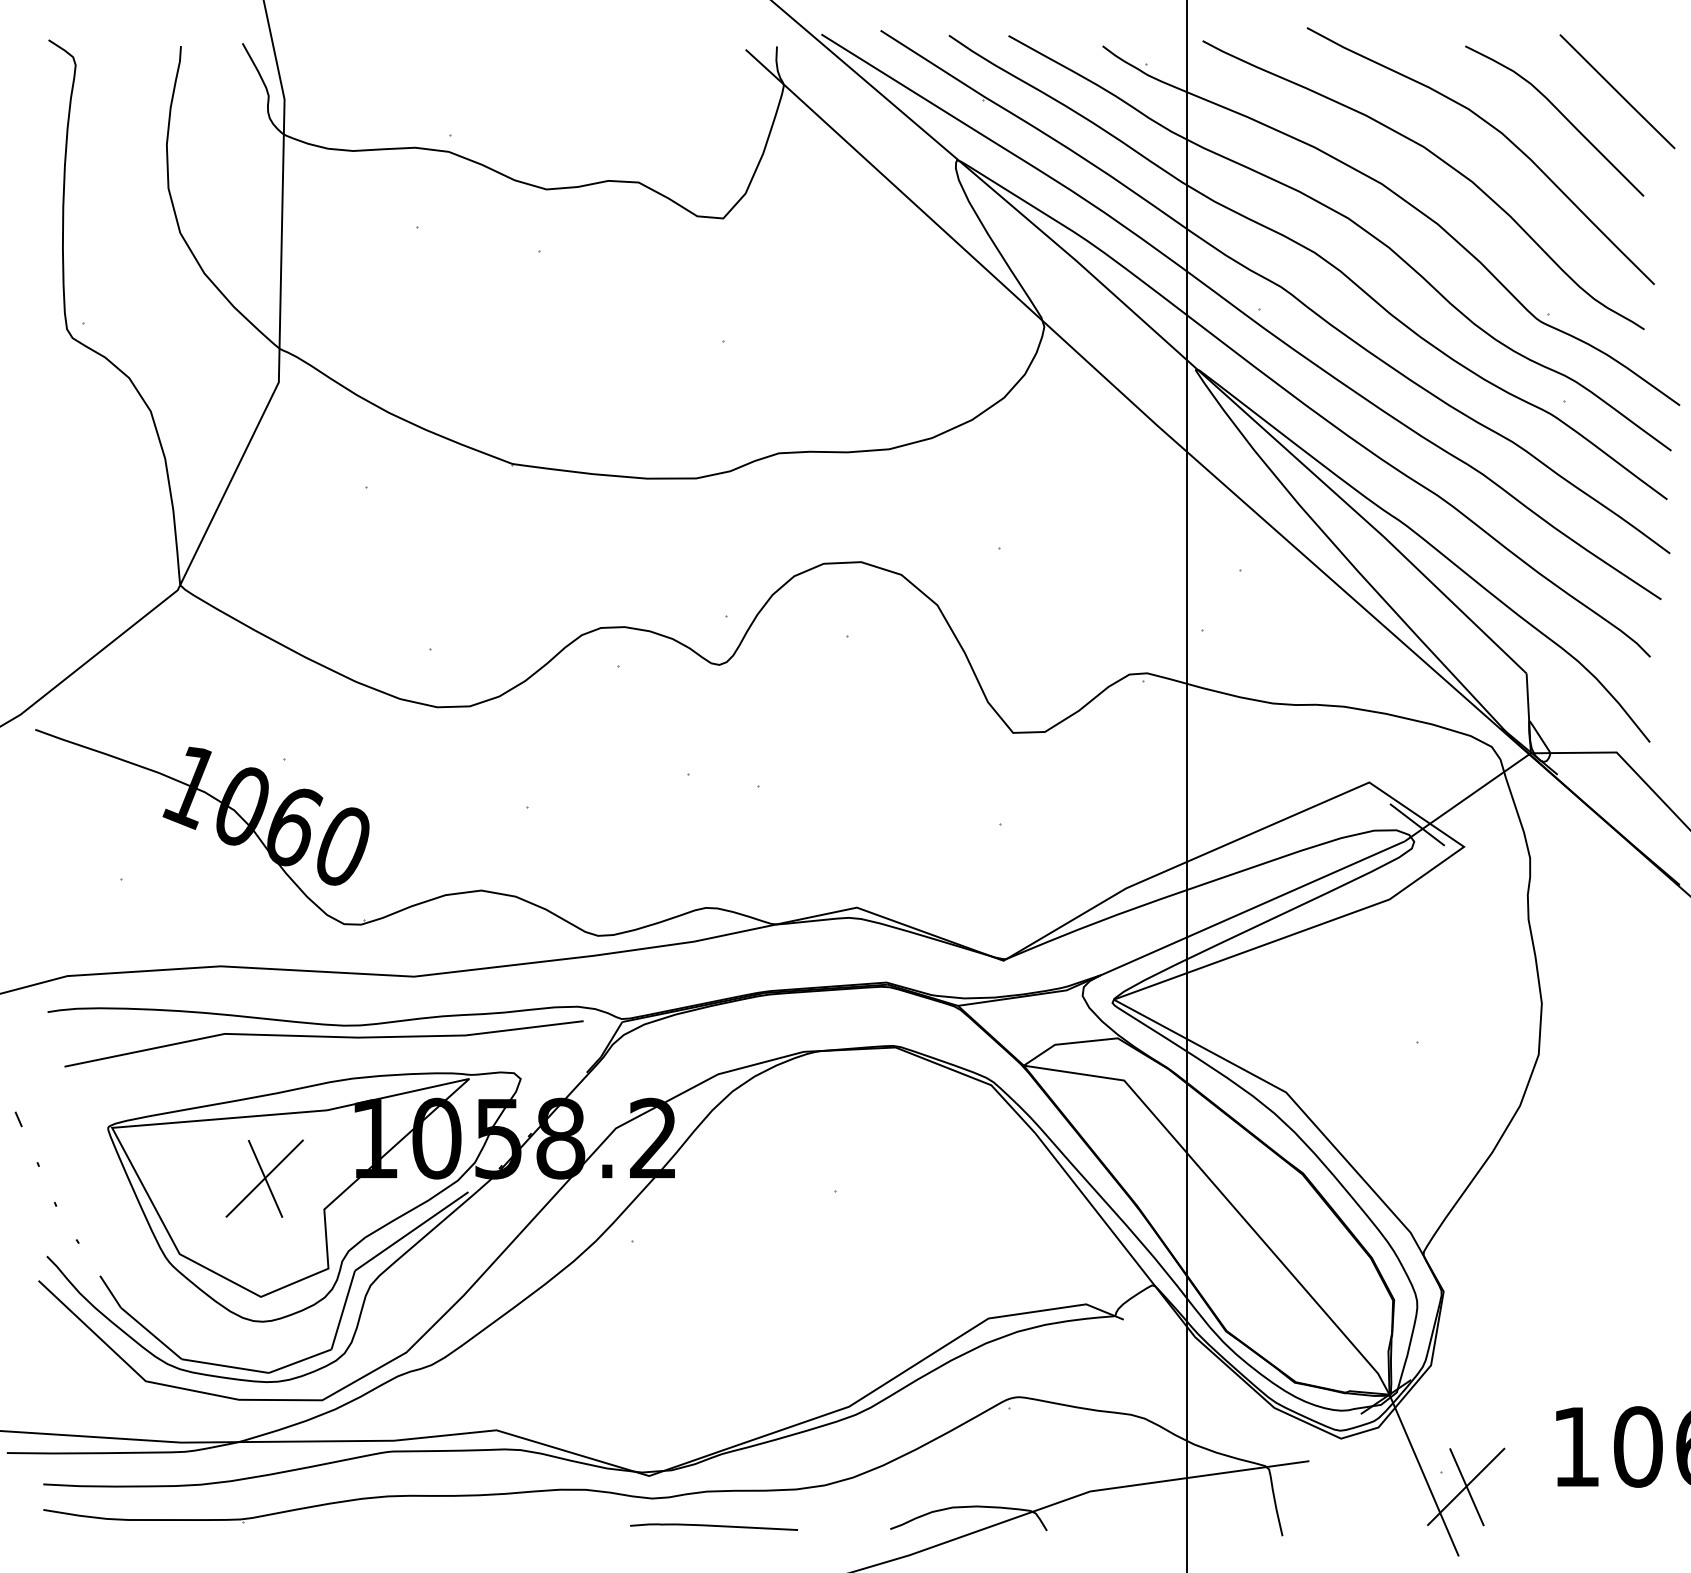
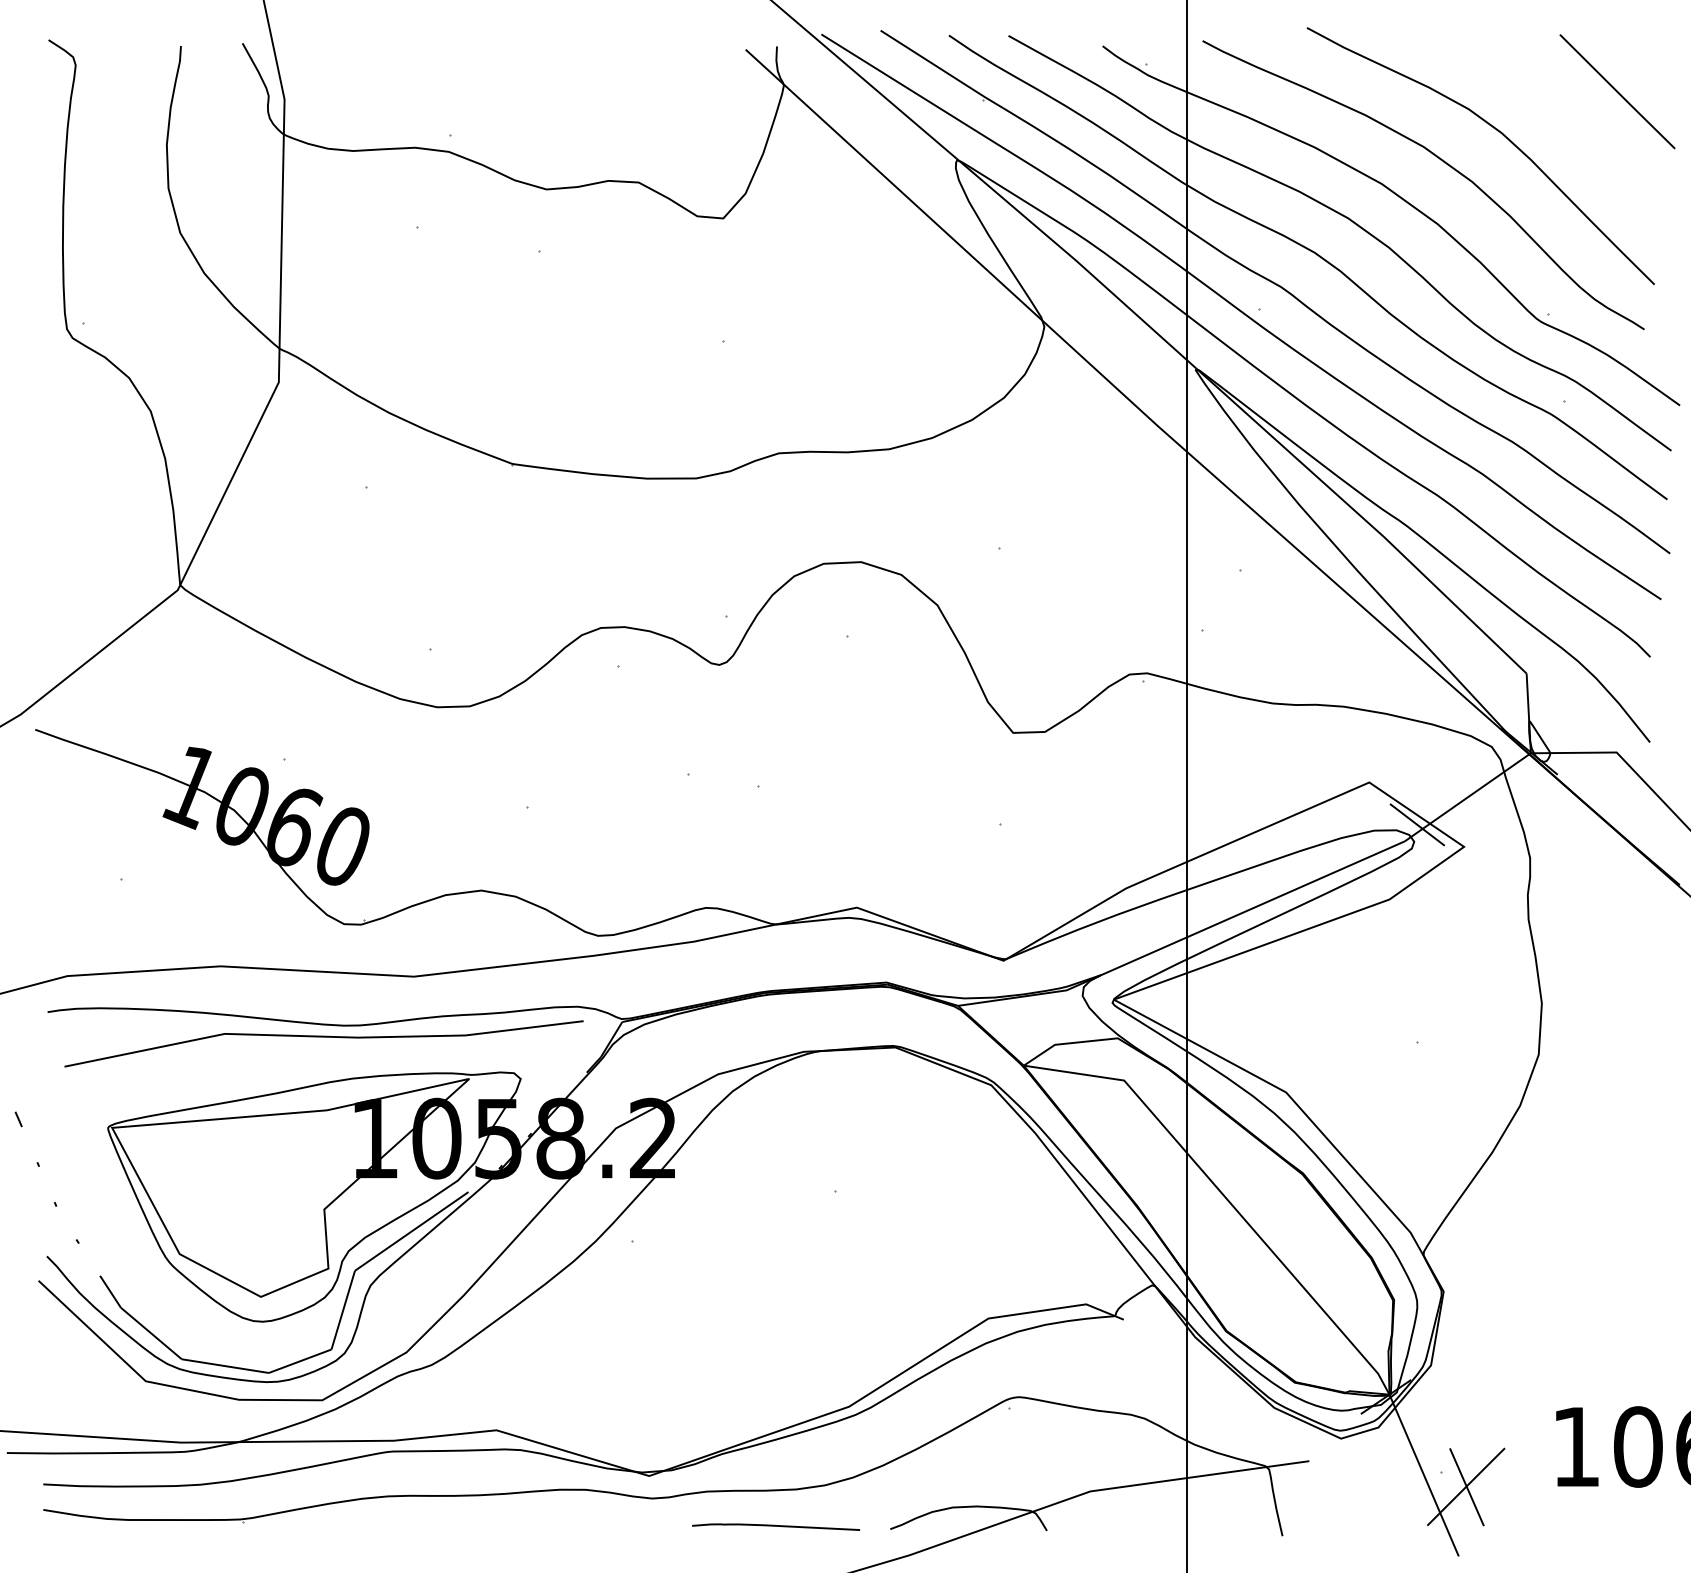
curve at (1560, 113): present -> none
part at (264, 1178): present -> none
curve at (713, 1526) position: (713, 1526) -> (775, 1526)
